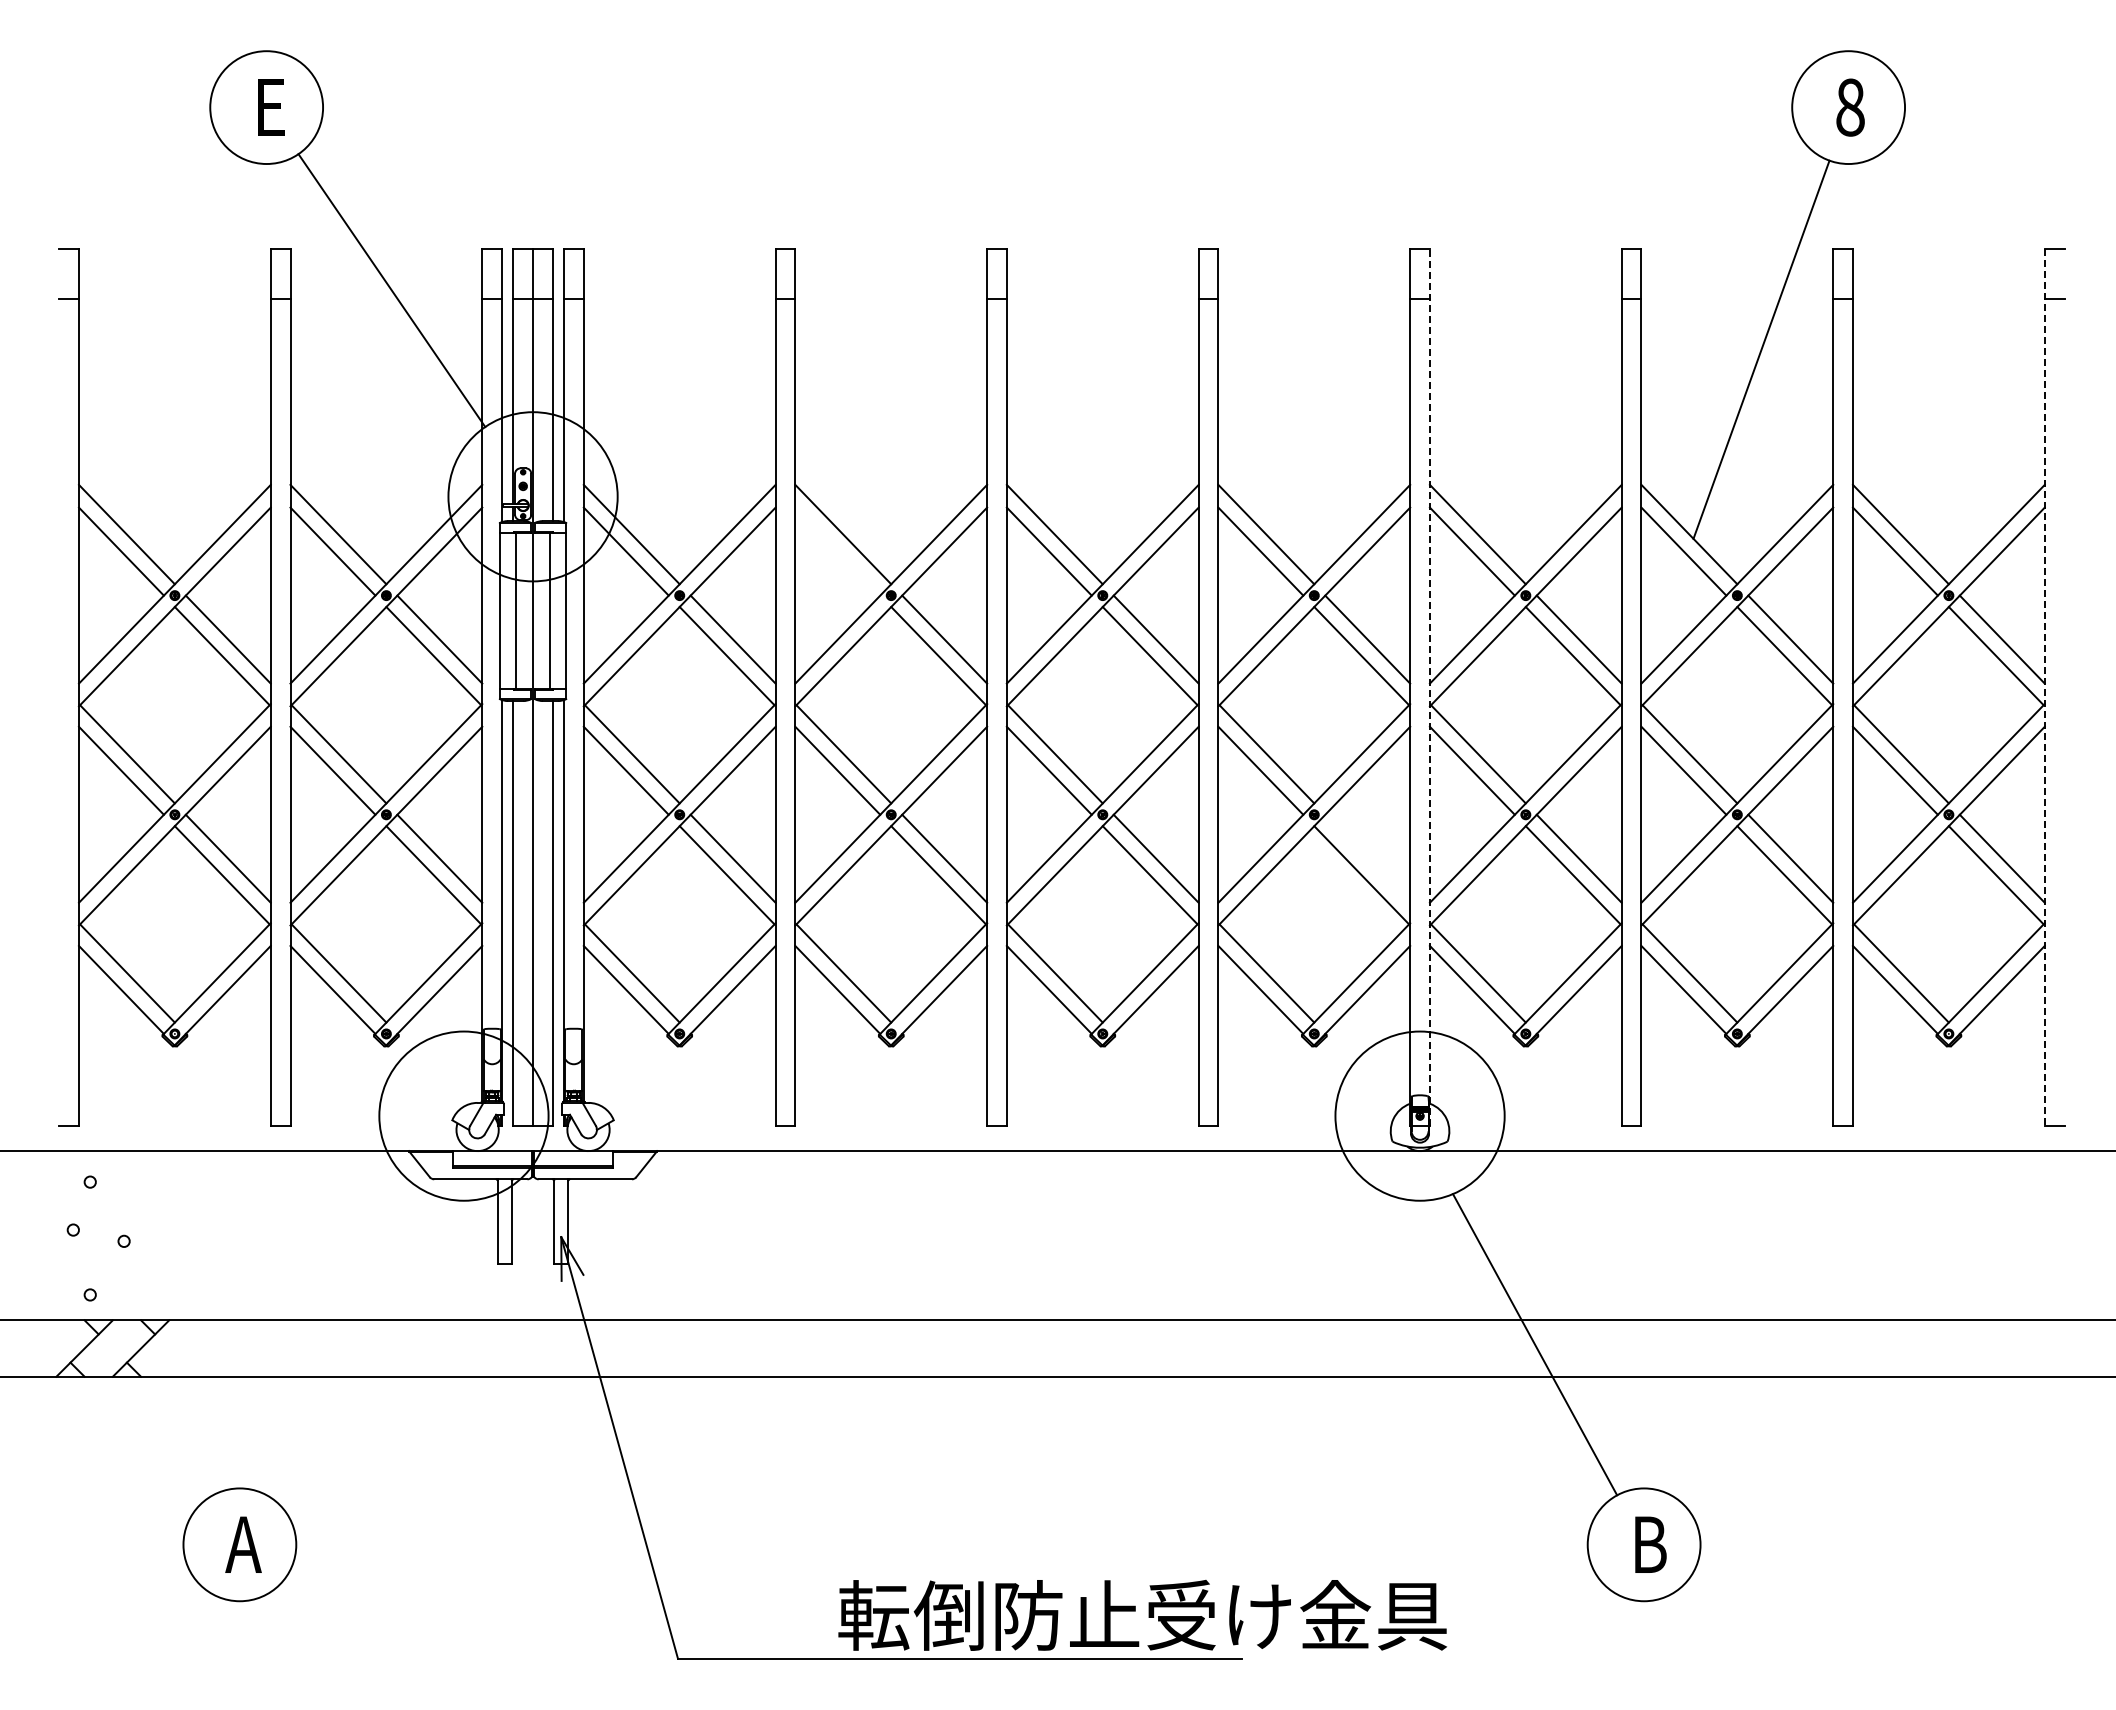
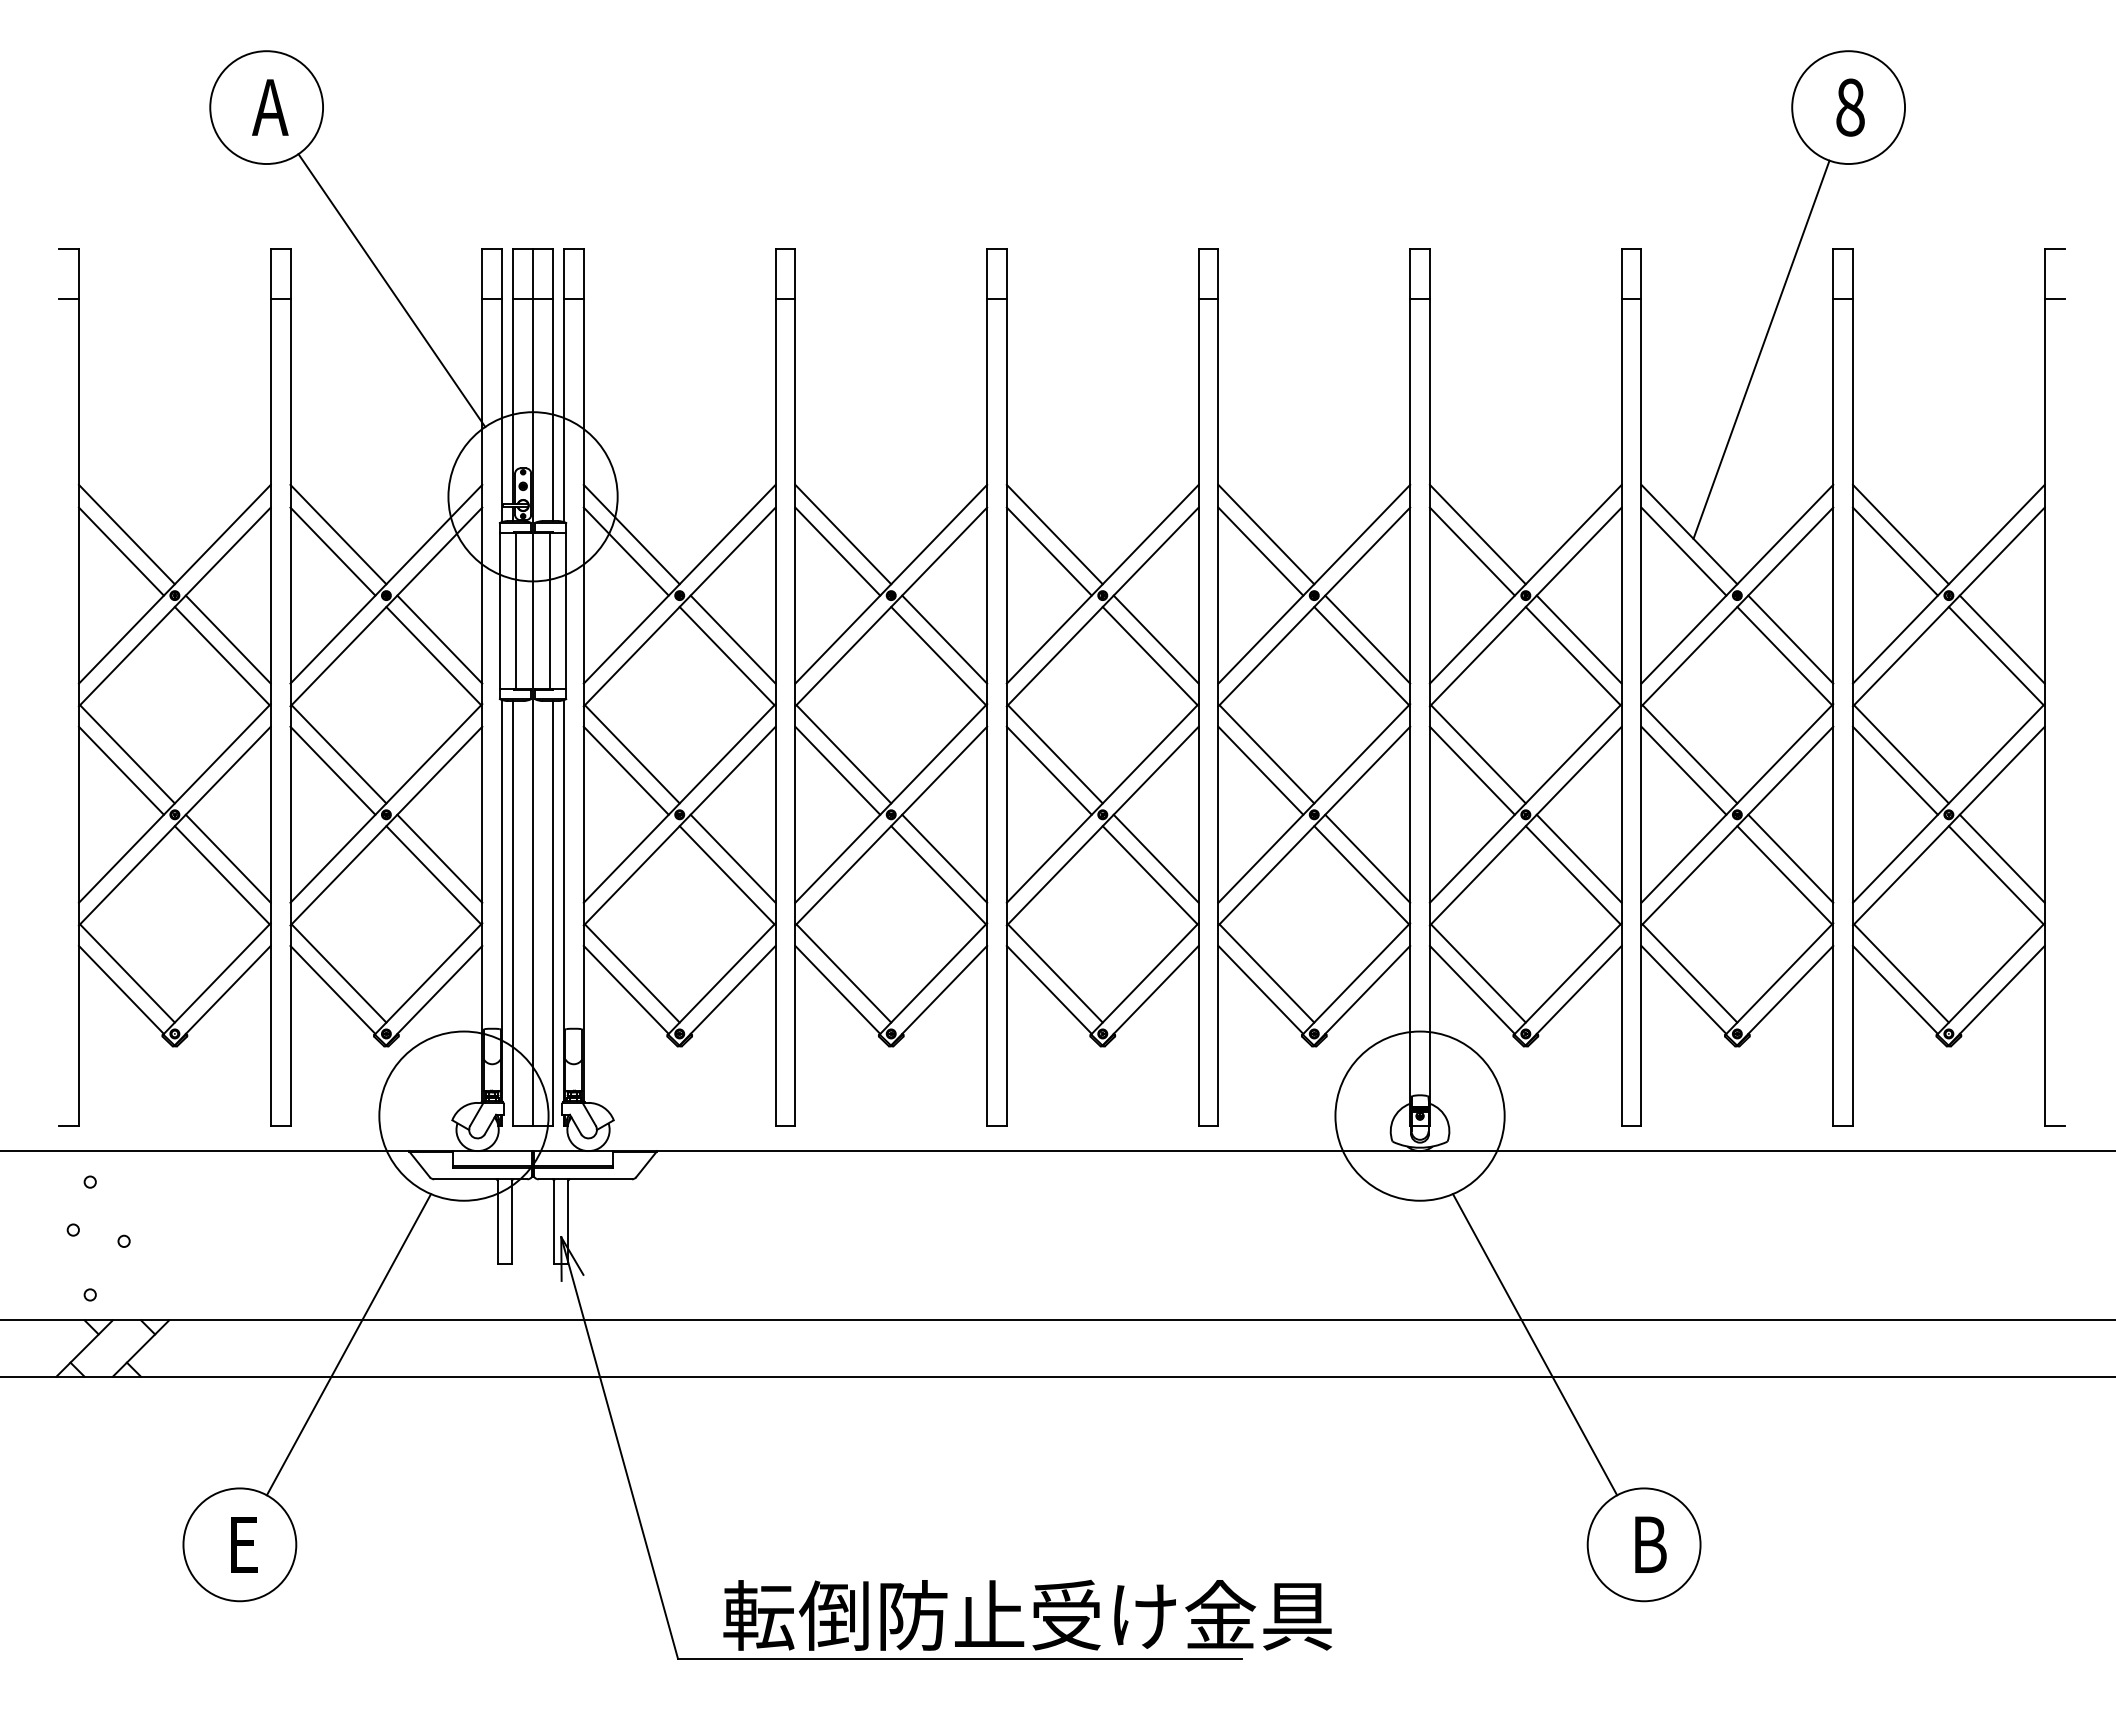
text at (270, 107): E -> A
line at (837, 551): none -> present
line at (1429, 687): dashed -> solid
line at (2044, 687): dashed -> solid
line at (1367, 858): none -> present
line at (348, 1344): none -> present
text at (243, 1544): A -> E
text at (1142, 1614) position: (1142, 1614) -> (1027, 1614)
